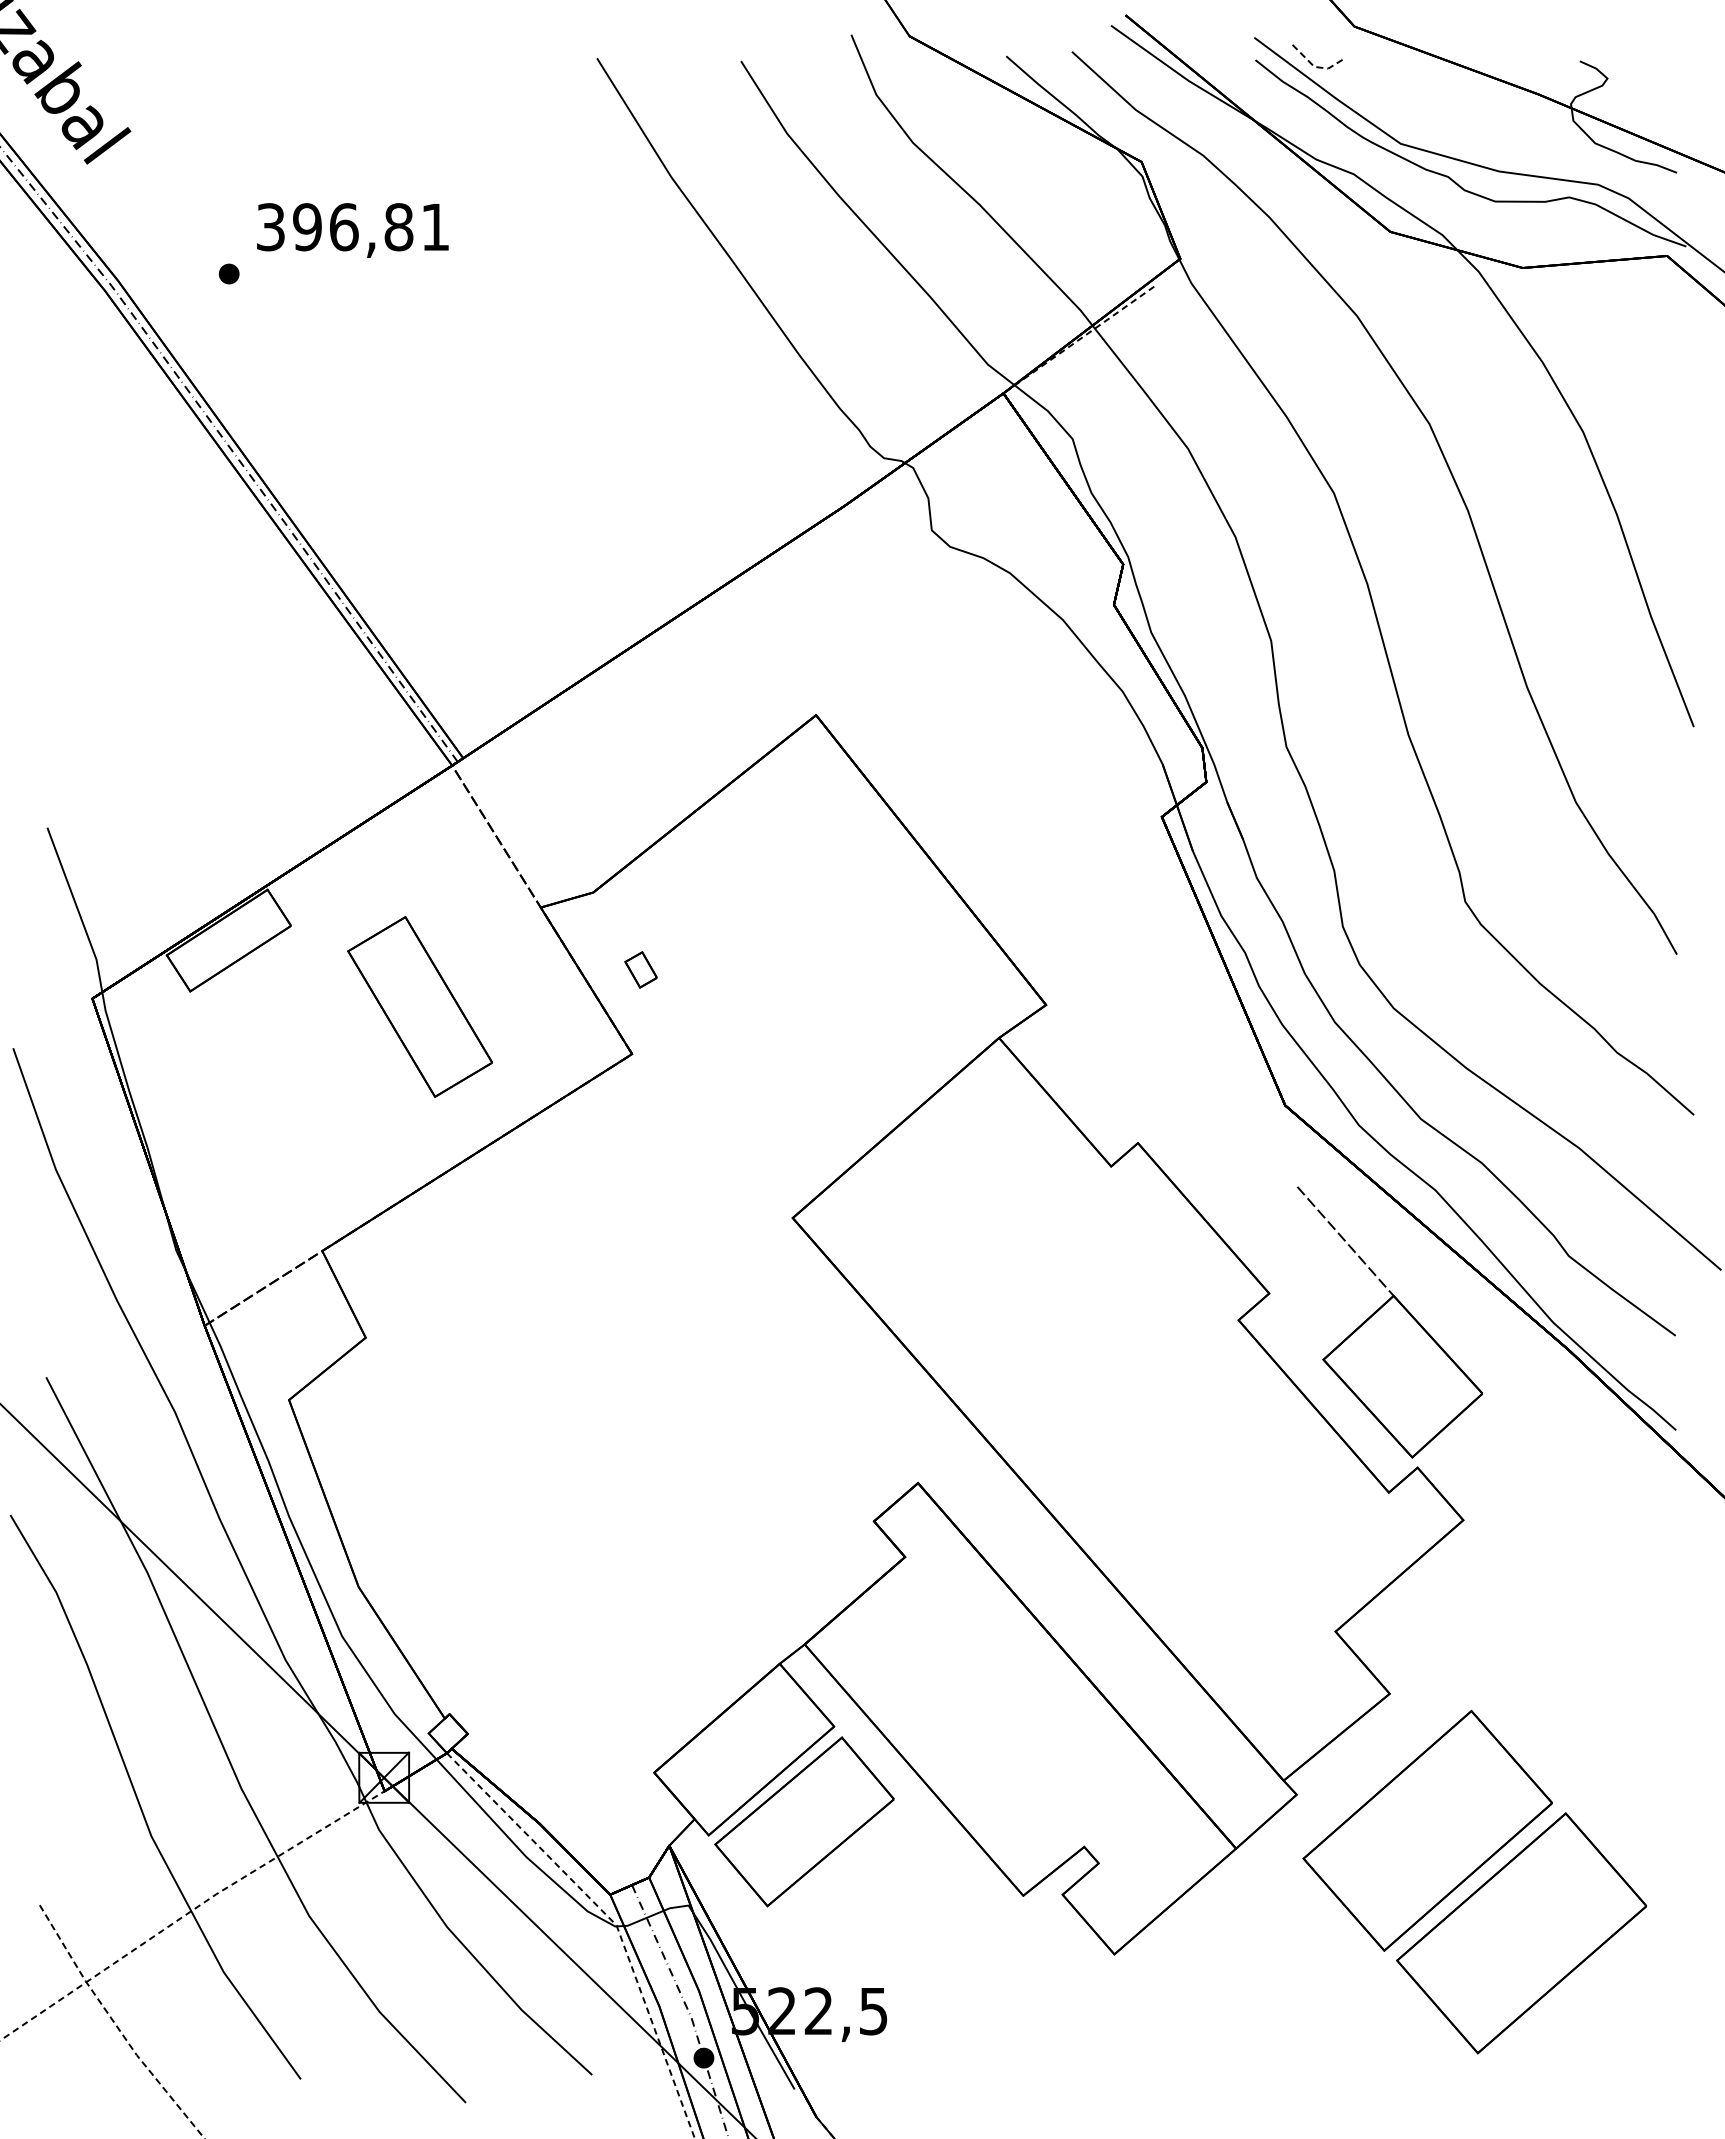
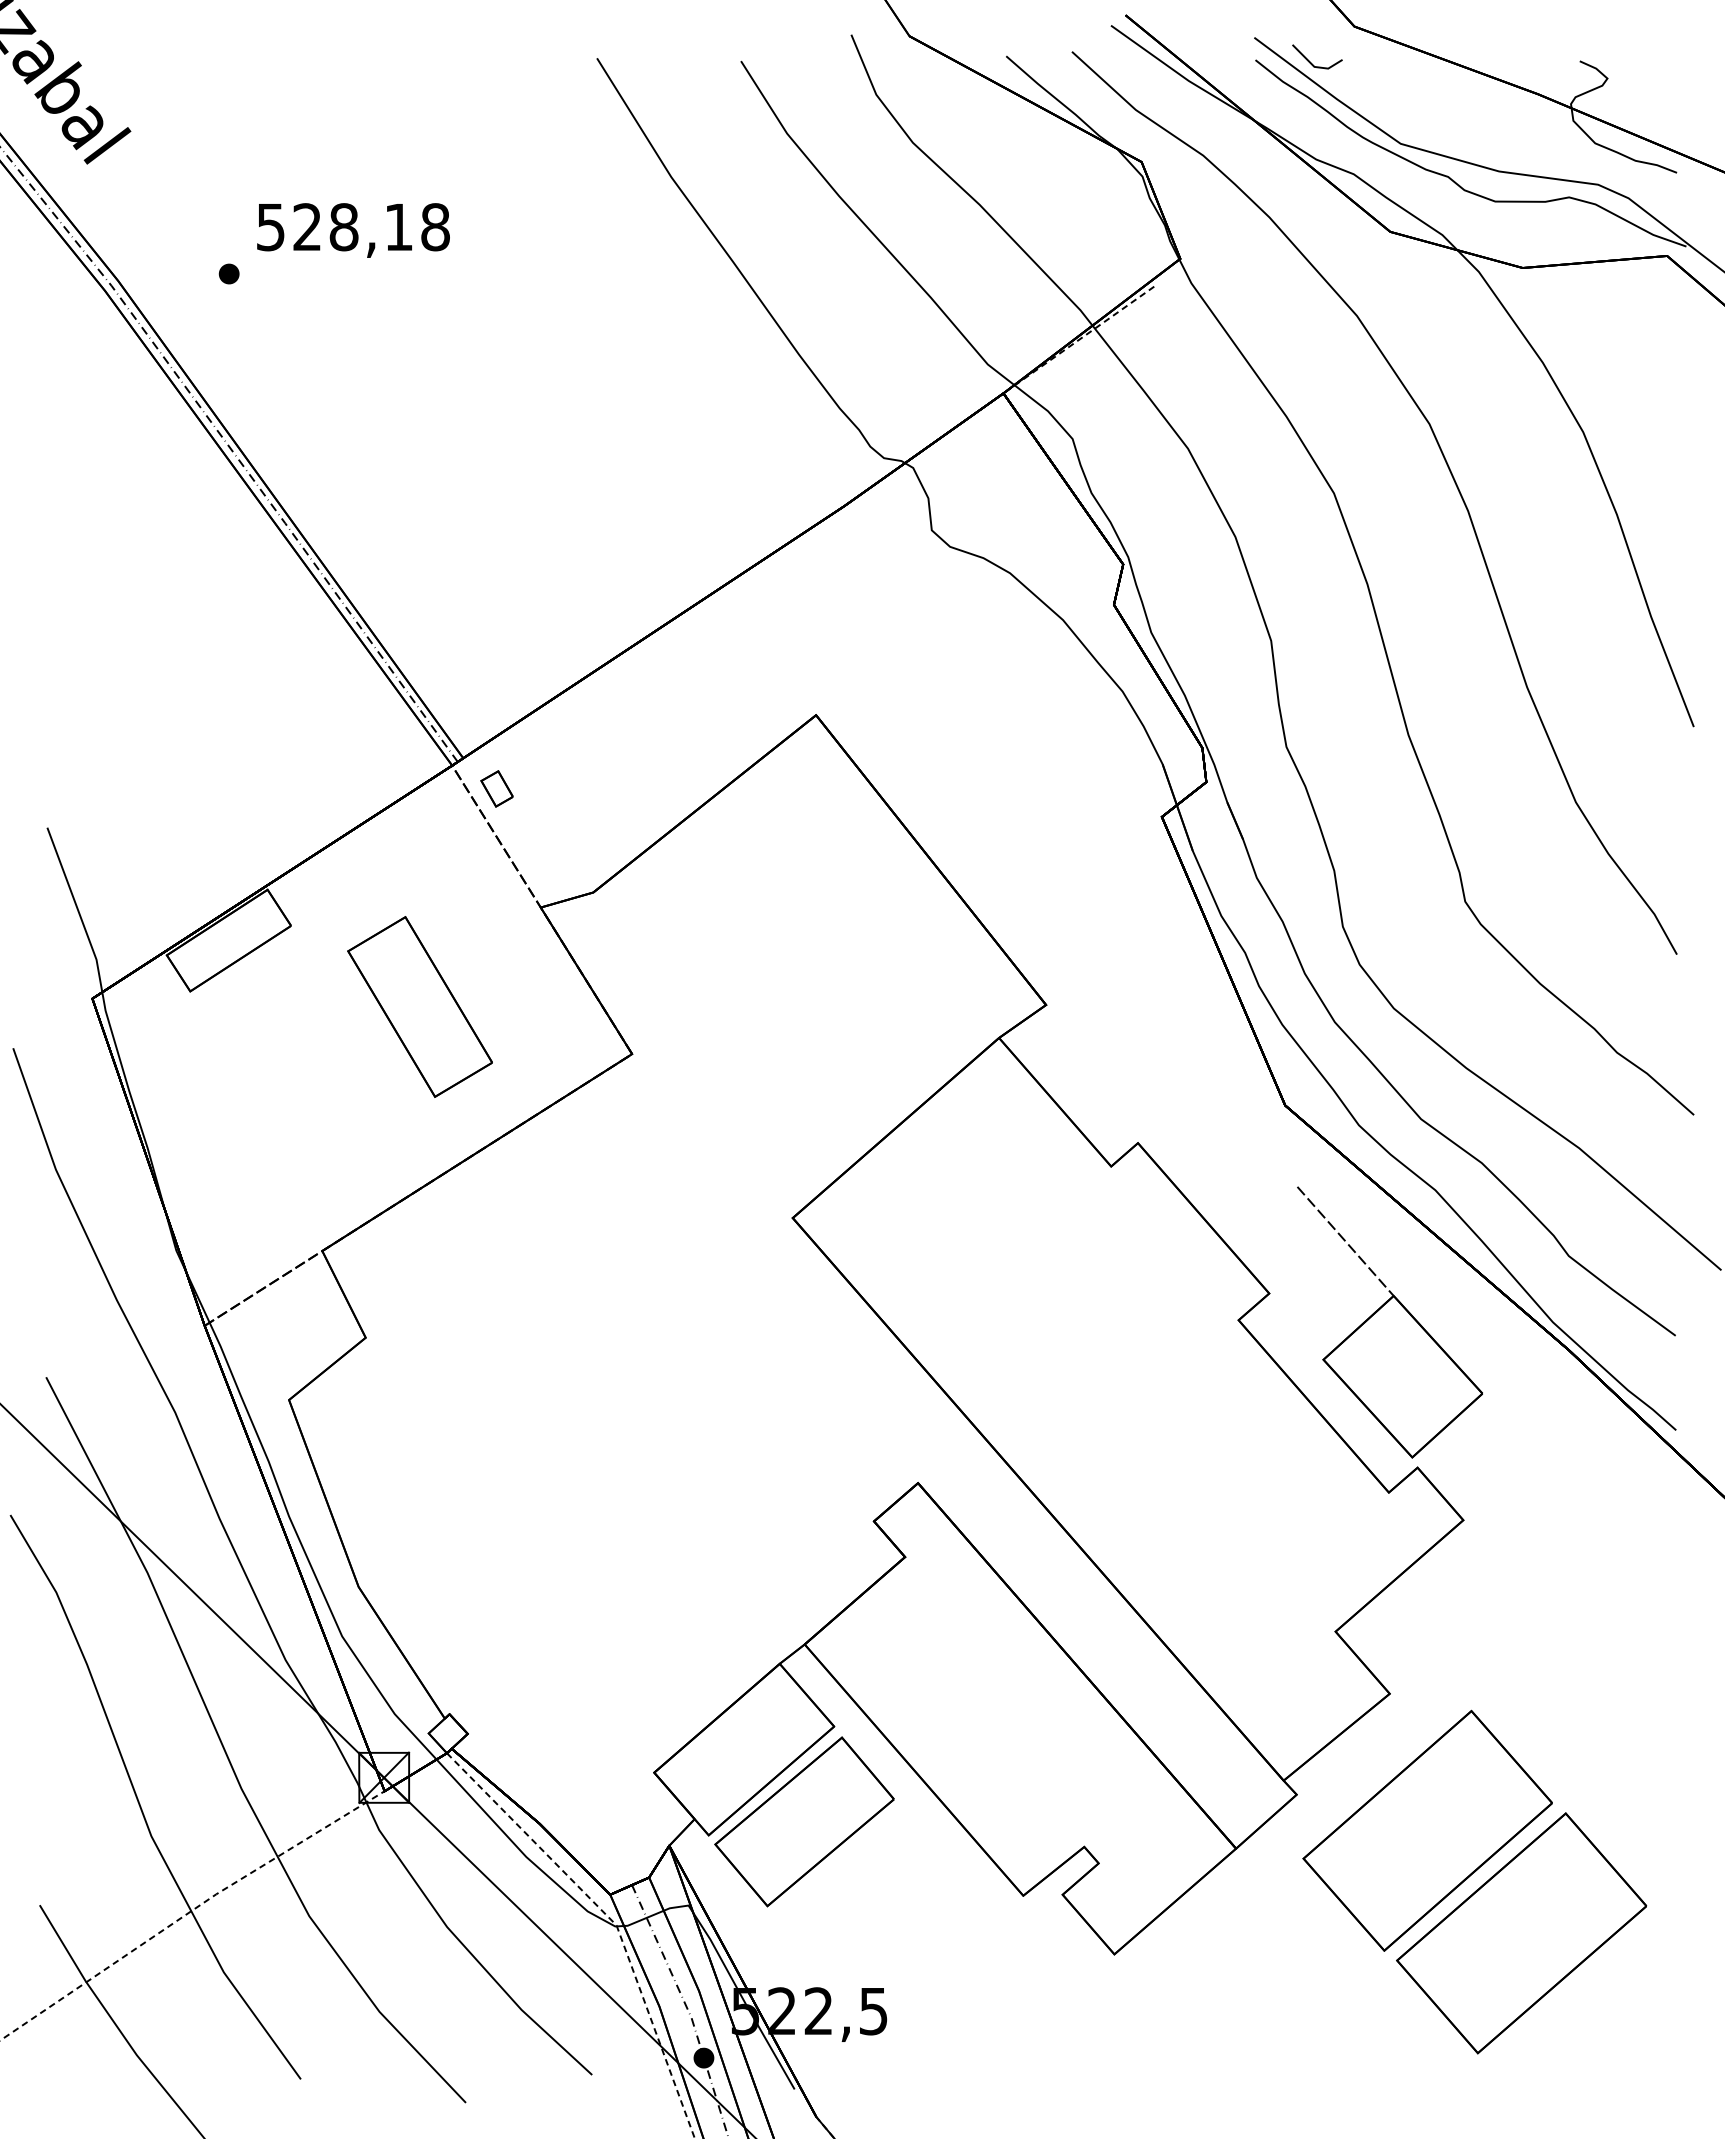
line at (1314, 66): dashed -> solid
text at (353, 227): 396,81 -> 528,18
part at (640, 969) position: (640, 969) -> (496, 788)
line at (116, 2025): dashed -> solid
